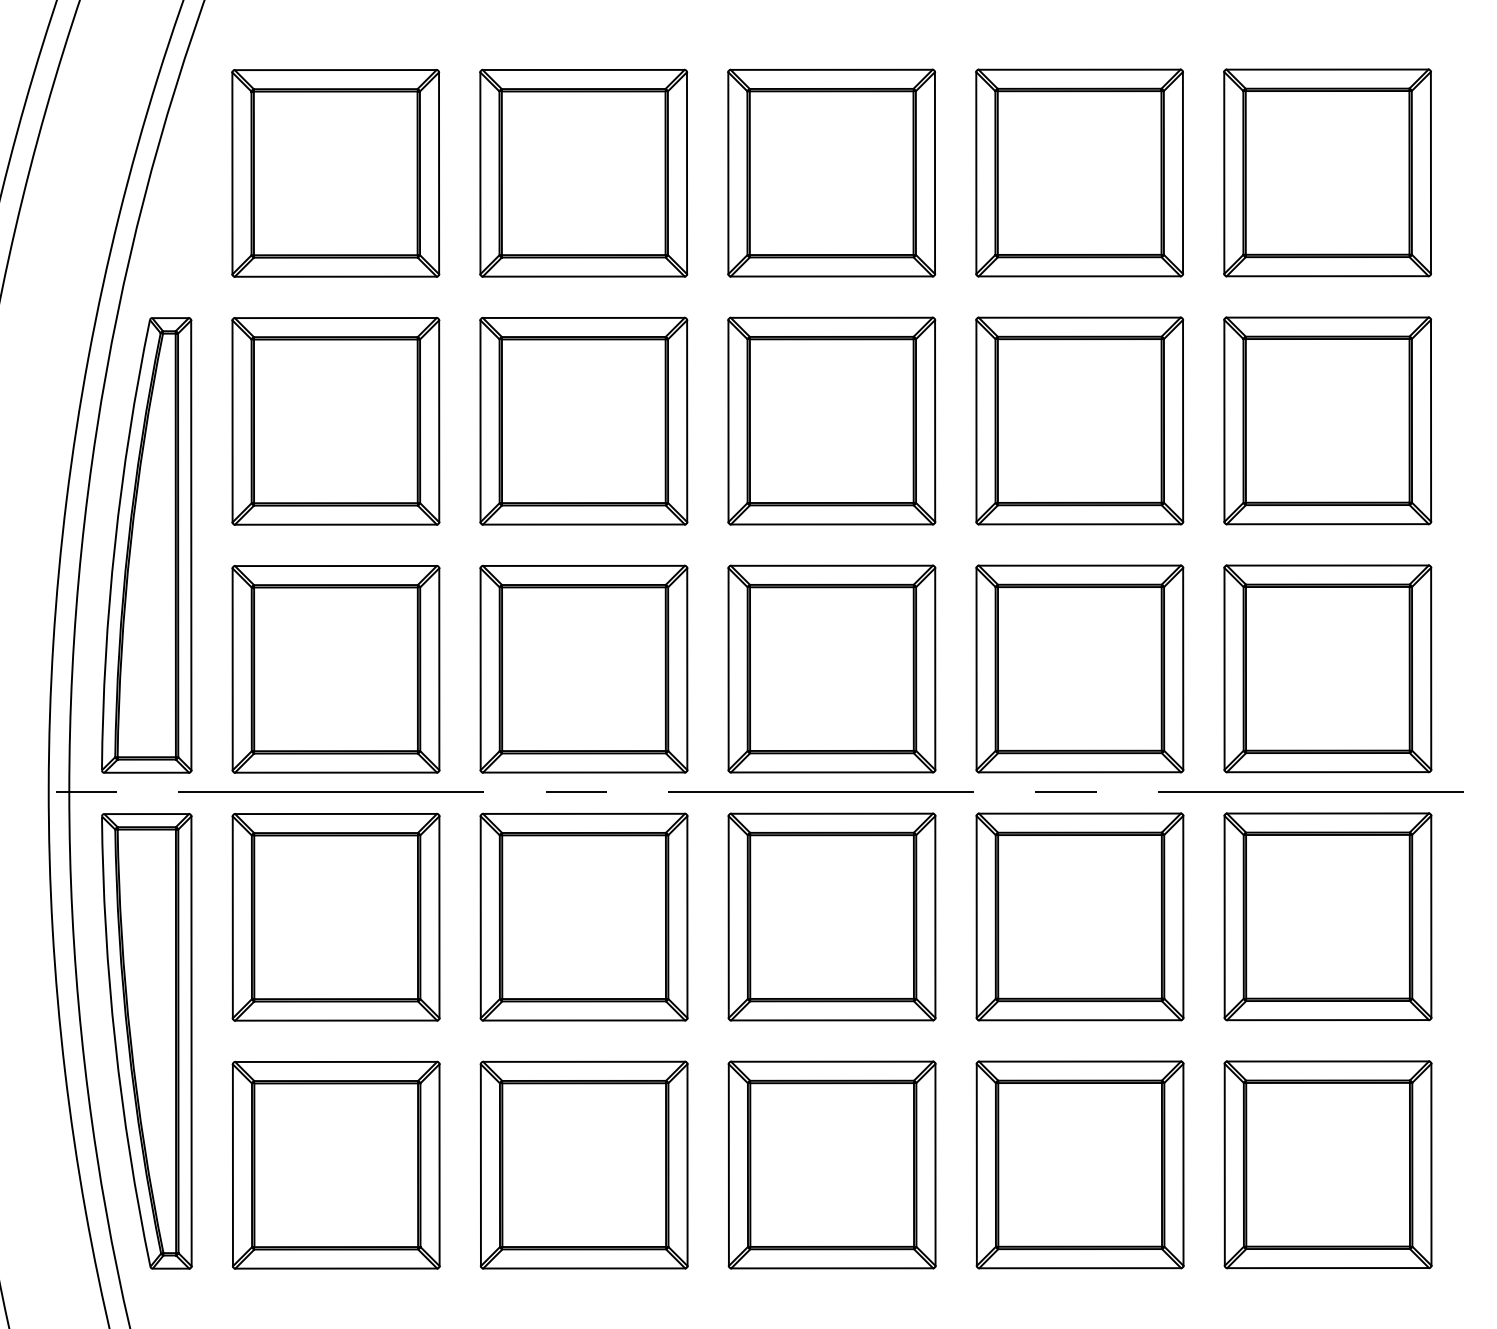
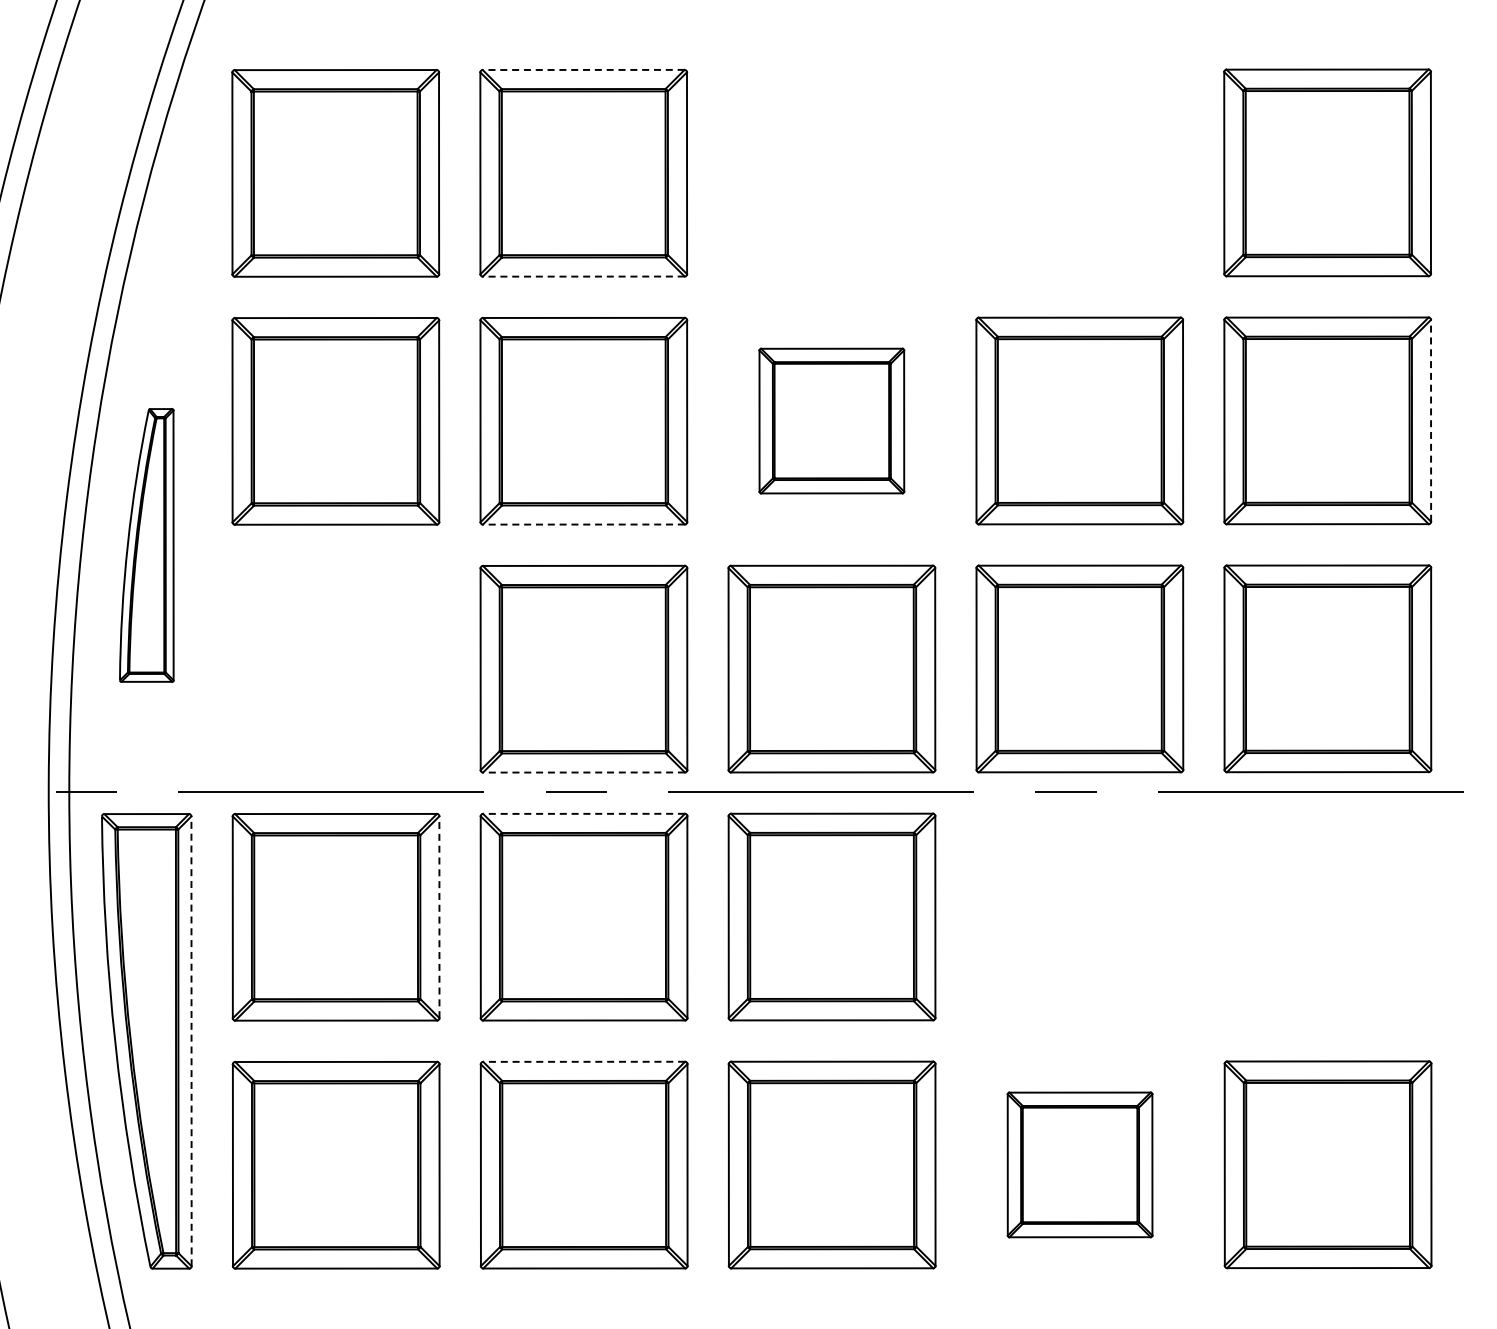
line at (583, 69): solid -> dashed
part at (831, 172): present -> none
part at (1079, 172): present -> none
line at (583, 276): solid -> dashed
part at (831, 420) size: 210x210 px -> 148x148 px
line at (1431, 420): solid -> dashed
line at (583, 524): solid -> dashed
part at (146, 545) size: 92x457 px -> 56x275 px
part at (335, 669): present -> none
line at (584, 772): solid -> dashed
line at (584, 813): solid -> dashed
part at (1079, 916): present -> none
part at (1327, 916): present -> none
line at (439, 917): solid -> dashed
line at (191, 1041): solid -> dashed
line at (584, 1061): solid -> dashed
part at (1079, 1164) size: 210x210 px -> 148x148 px
